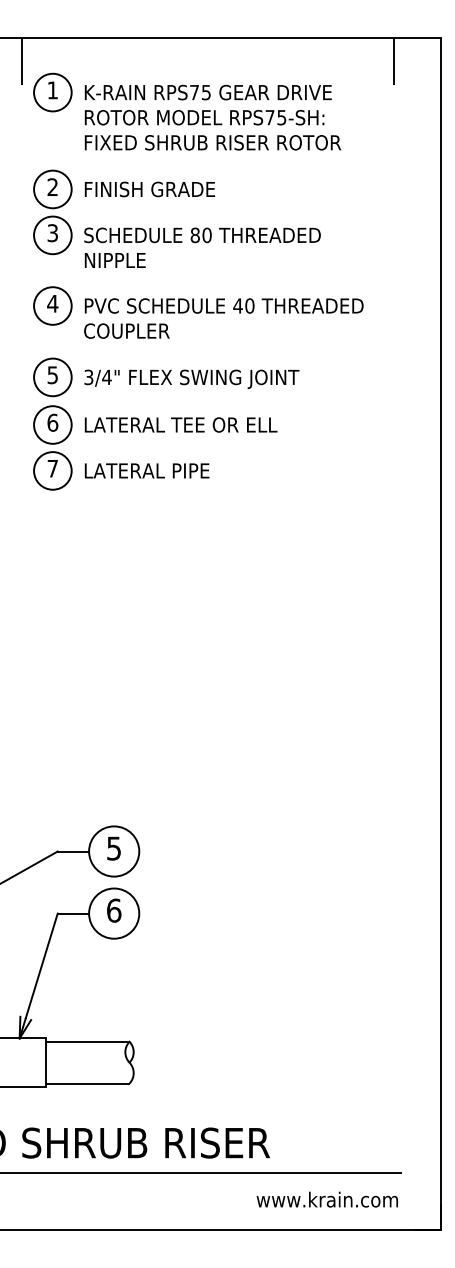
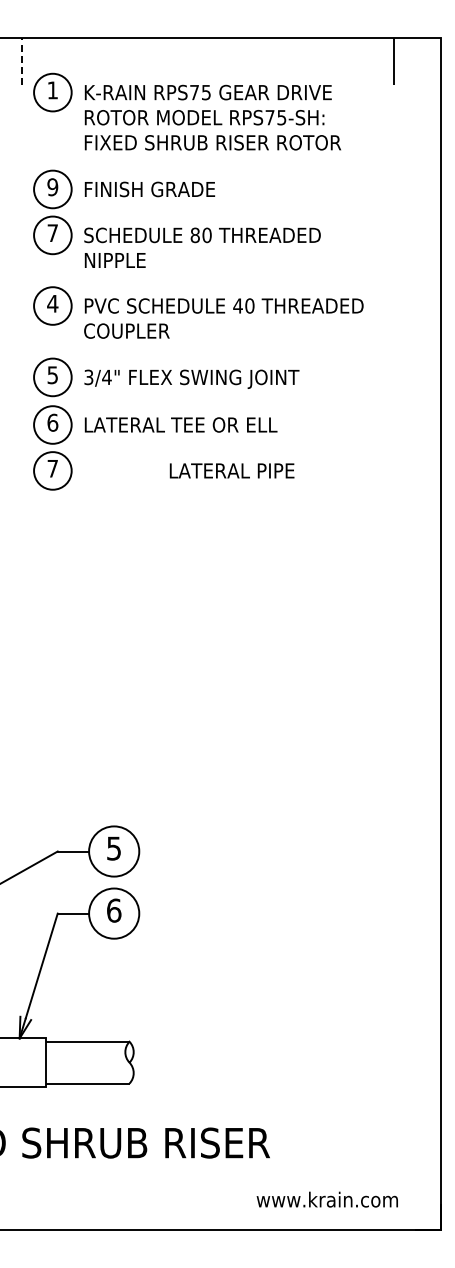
line at (21, 61): solid -> dashed
text at (52, 187): 2 -> 9
text at (52, 233): 3 -> 7
text at (146, 470) position: (146, 470) -> (231, 470)
line at (201, 1172): present -> none
